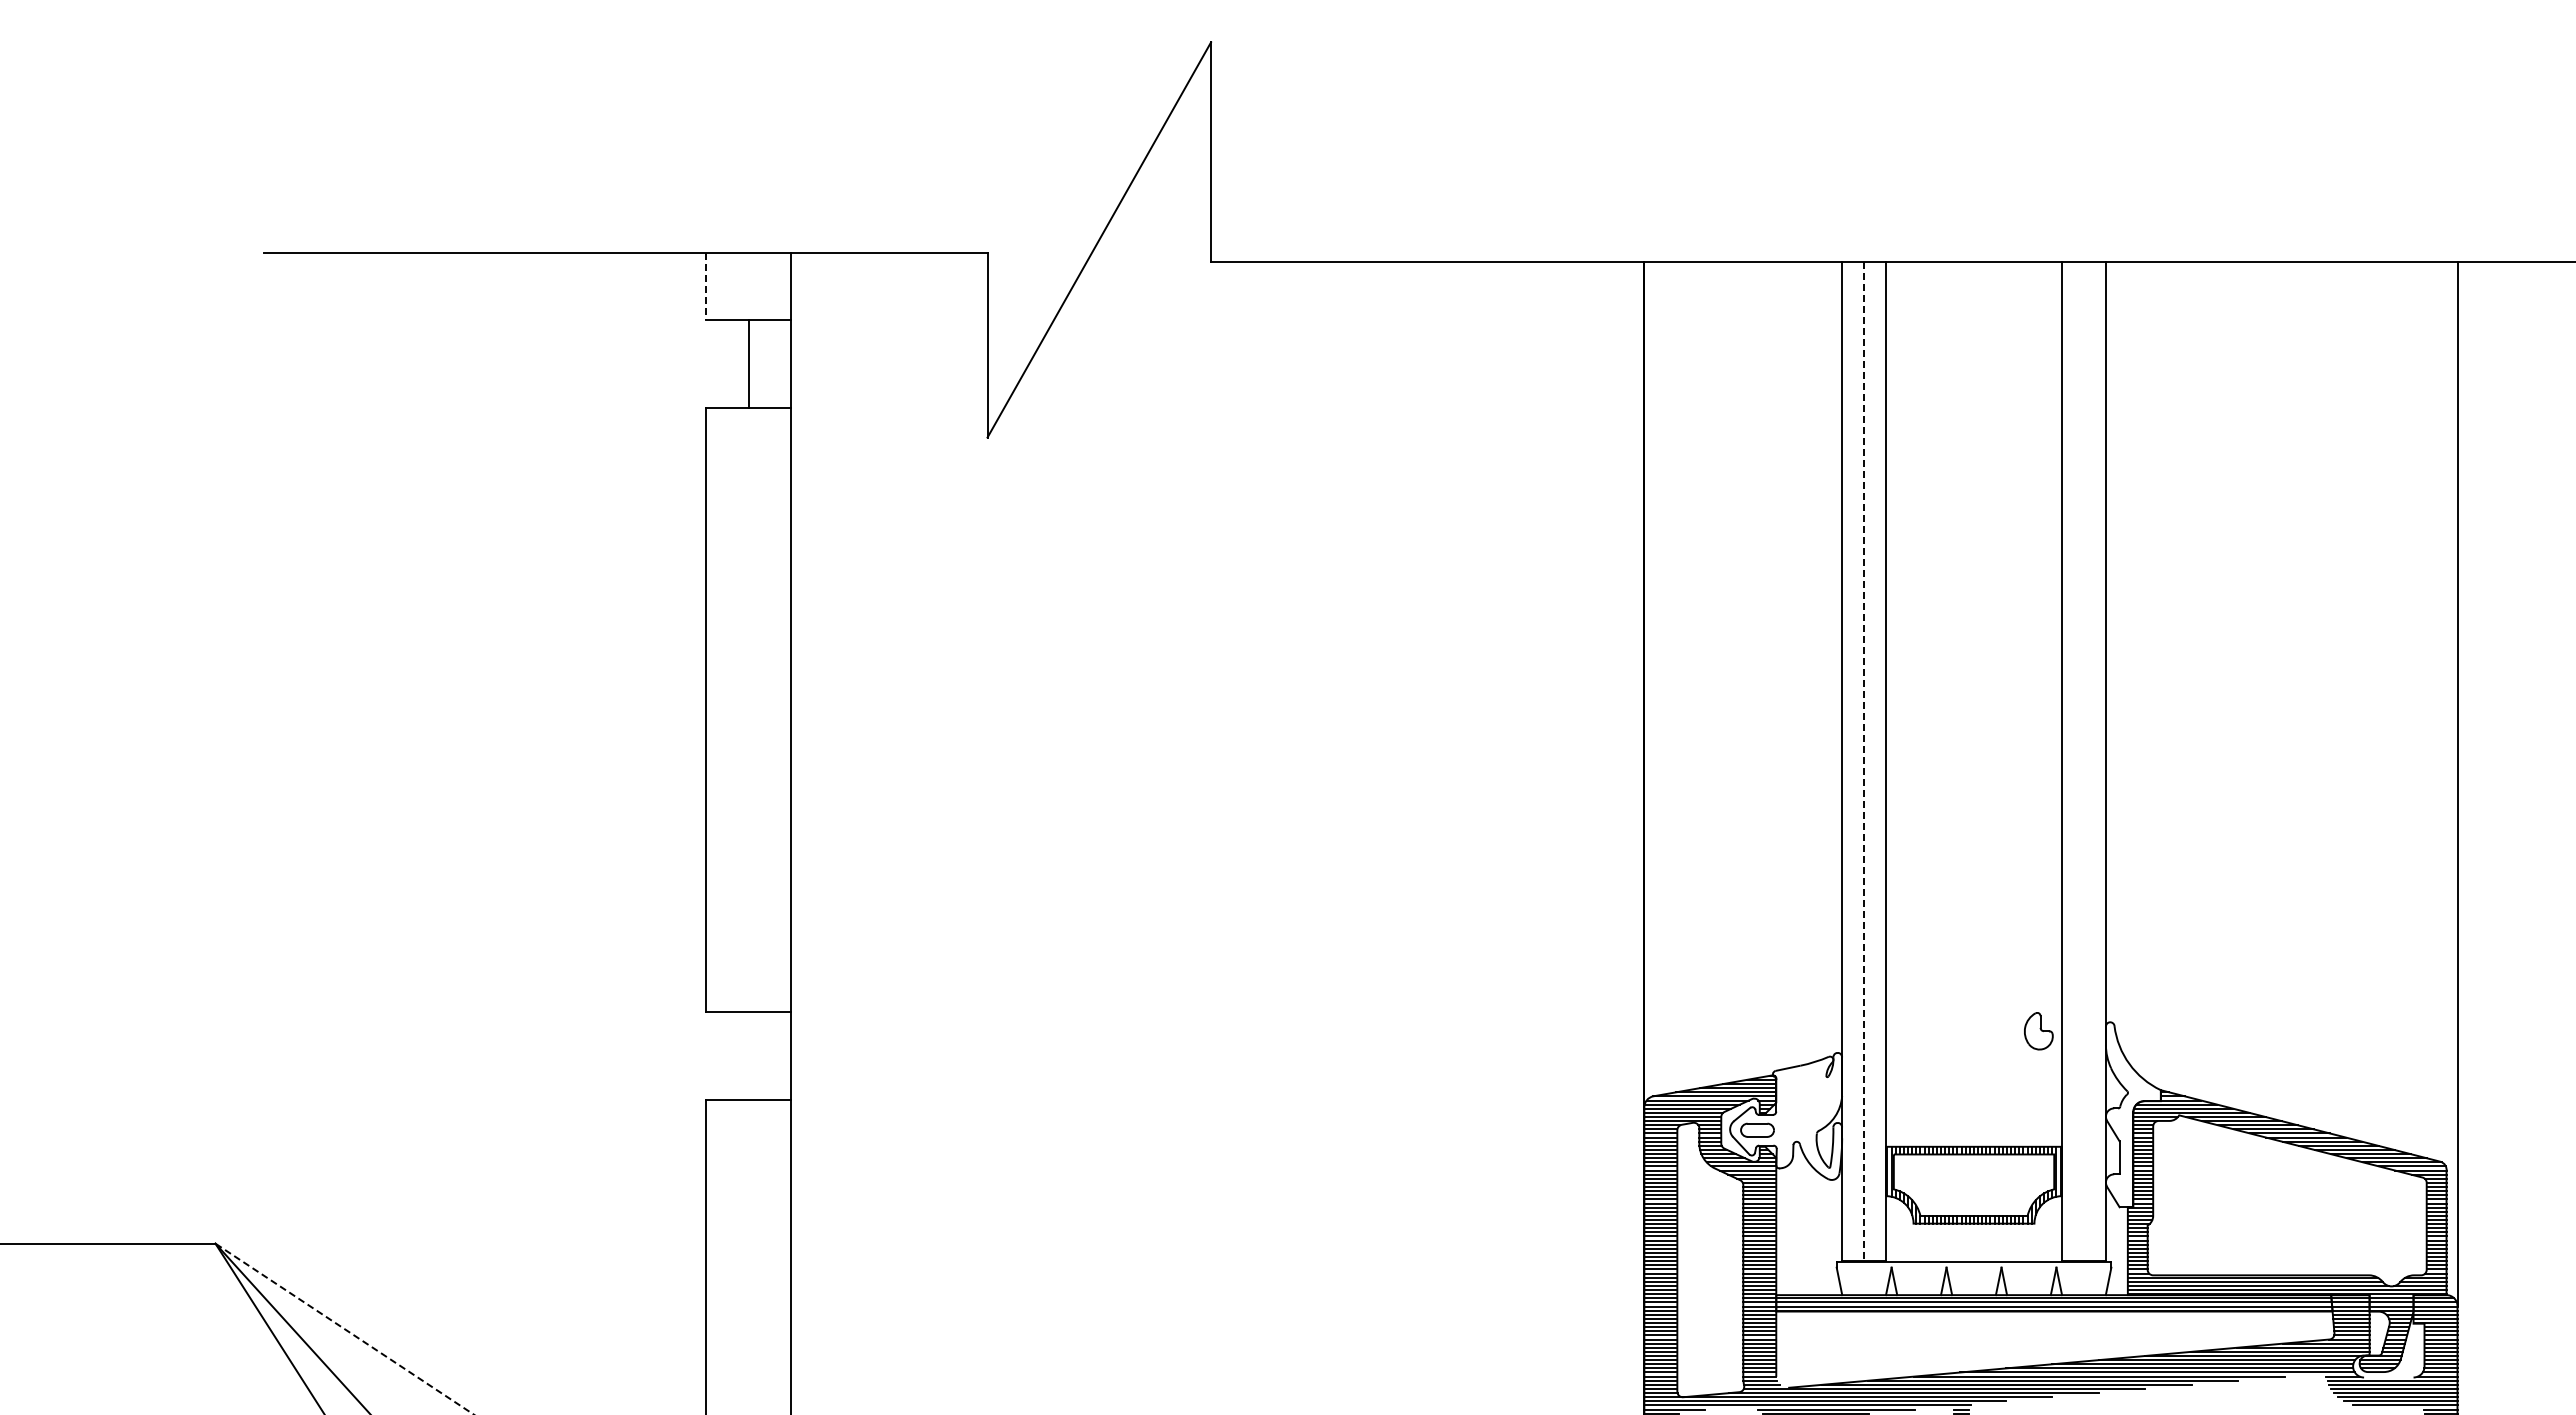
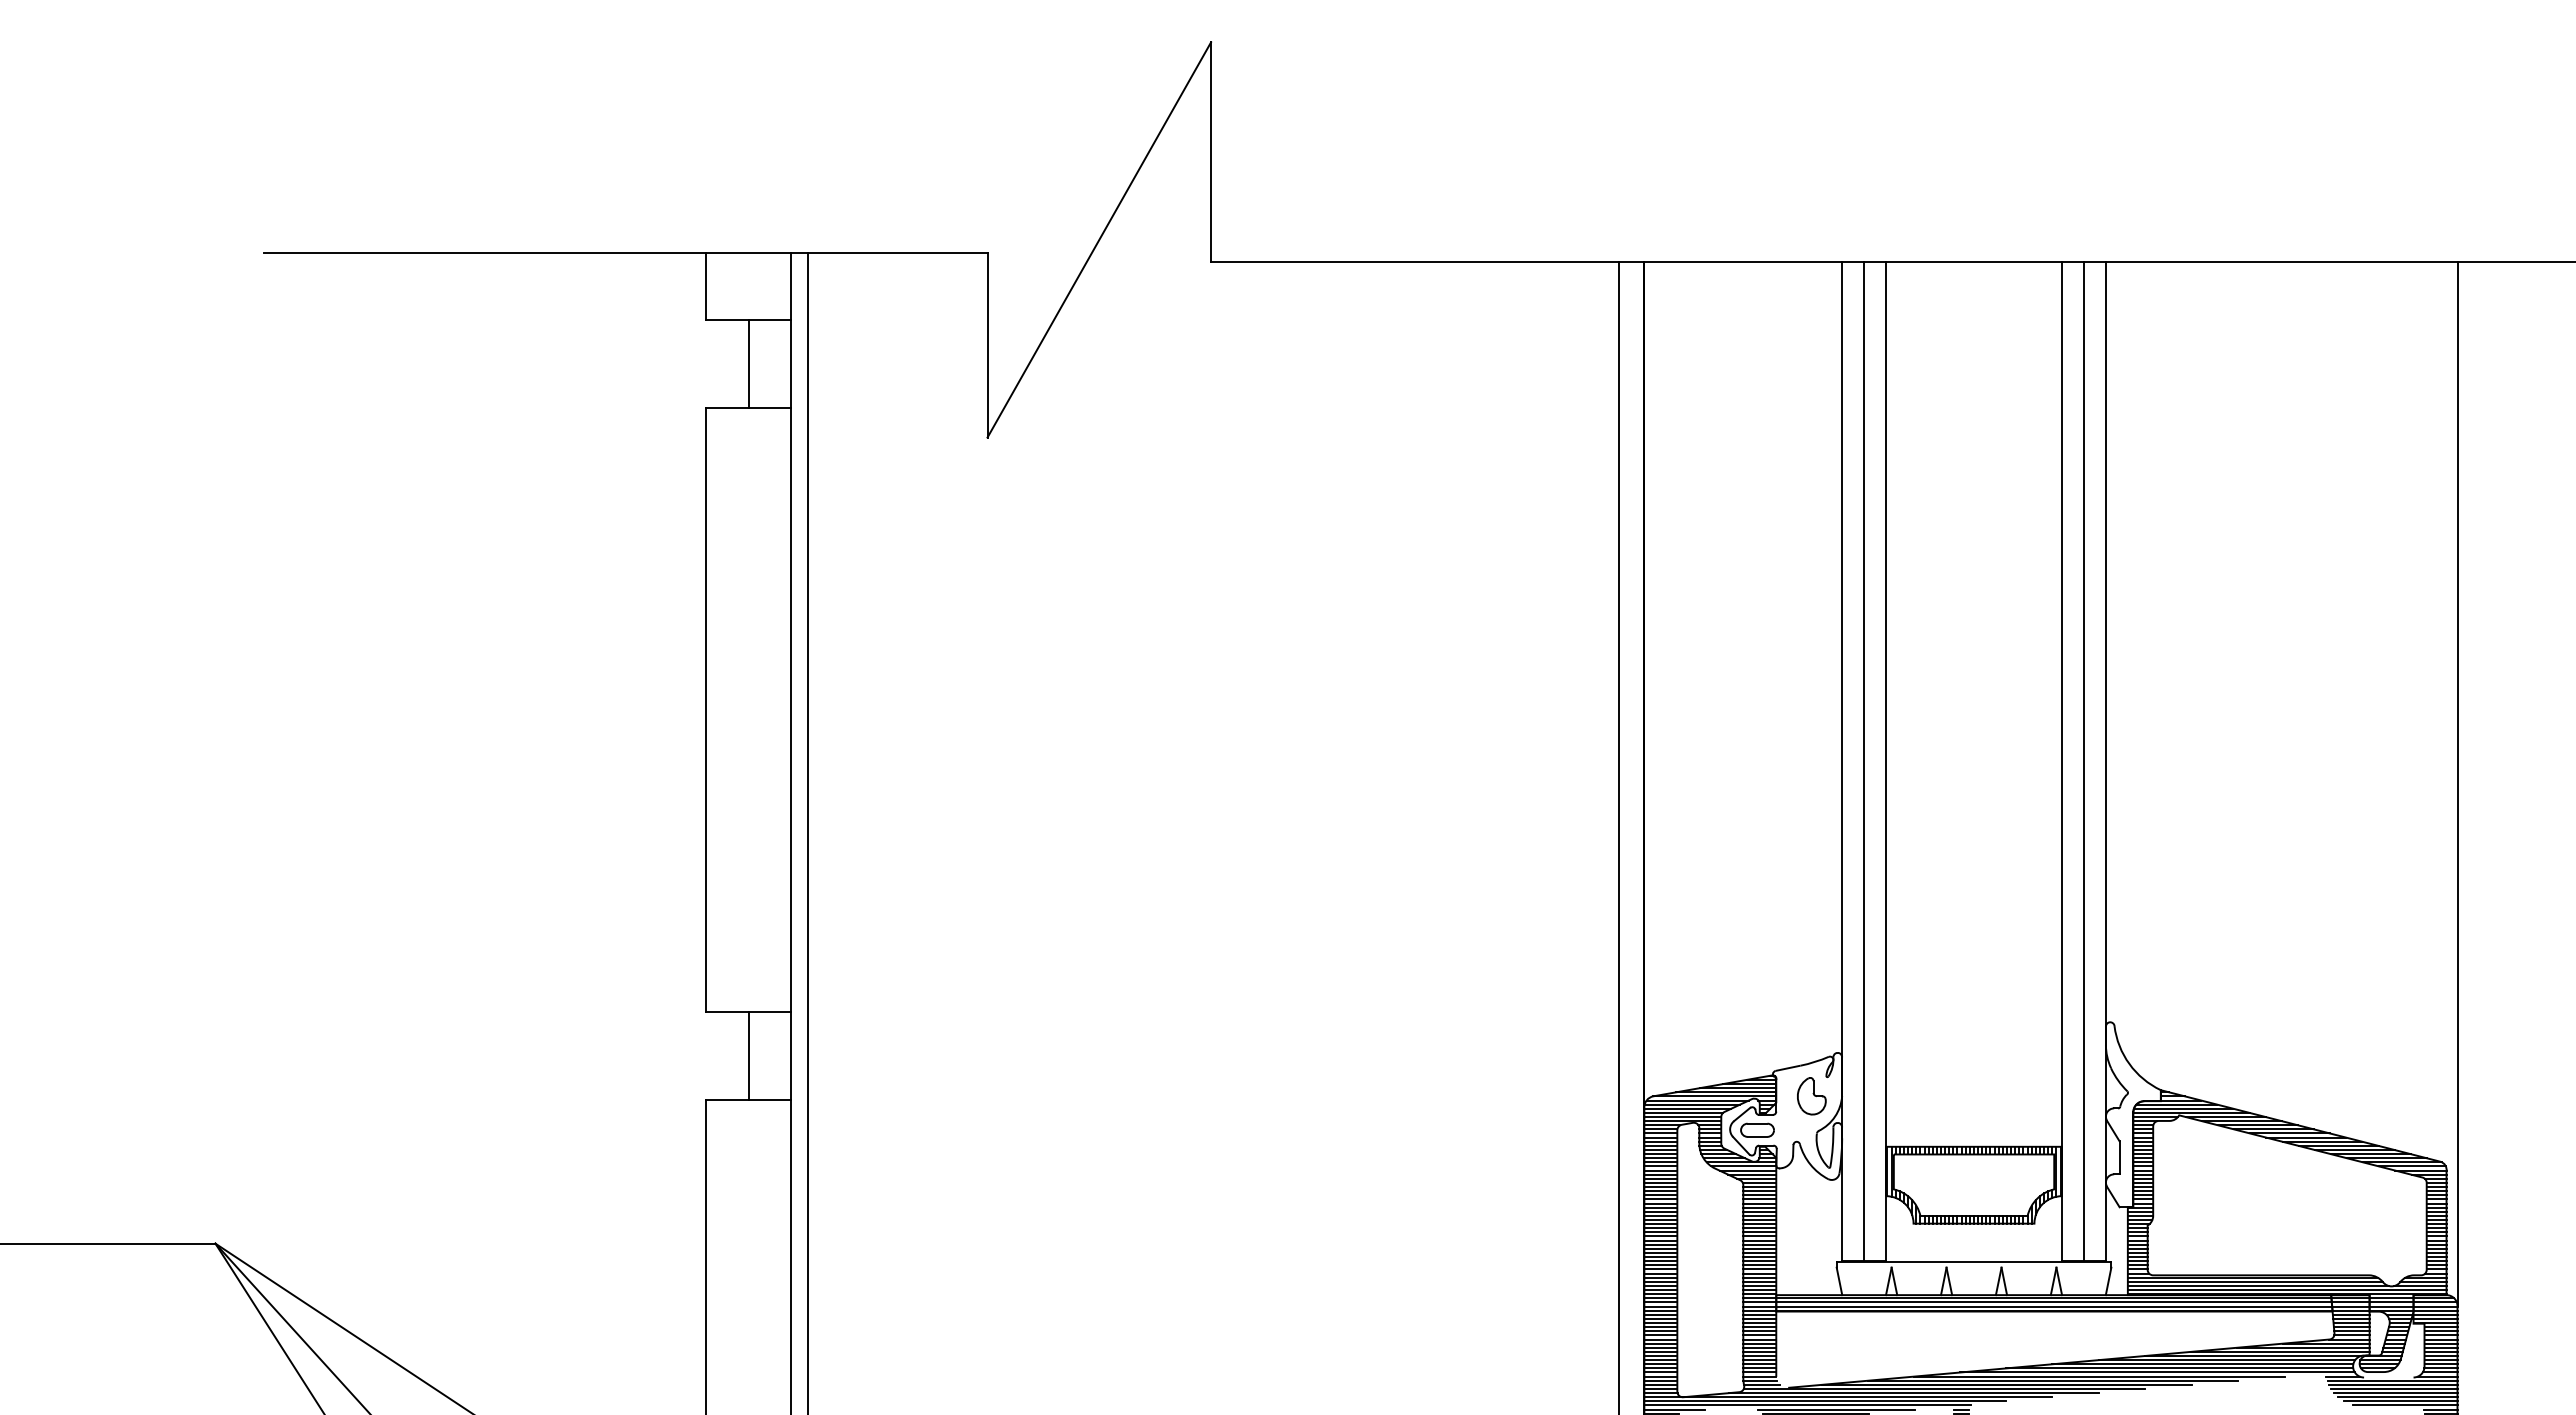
line at (706, 286): dashed -> solid
line at (2083, 760): none -> present
line at (1864, 761): dashed -> solid
line at (808, 832): none -> present
line at (1618, 836): none -> present
part at (2038, 1031) position: (2038, 1031) -> (1811, 1096)
line at (748, 1055): none -> present
line at (344, 1329): dashed -> solid
